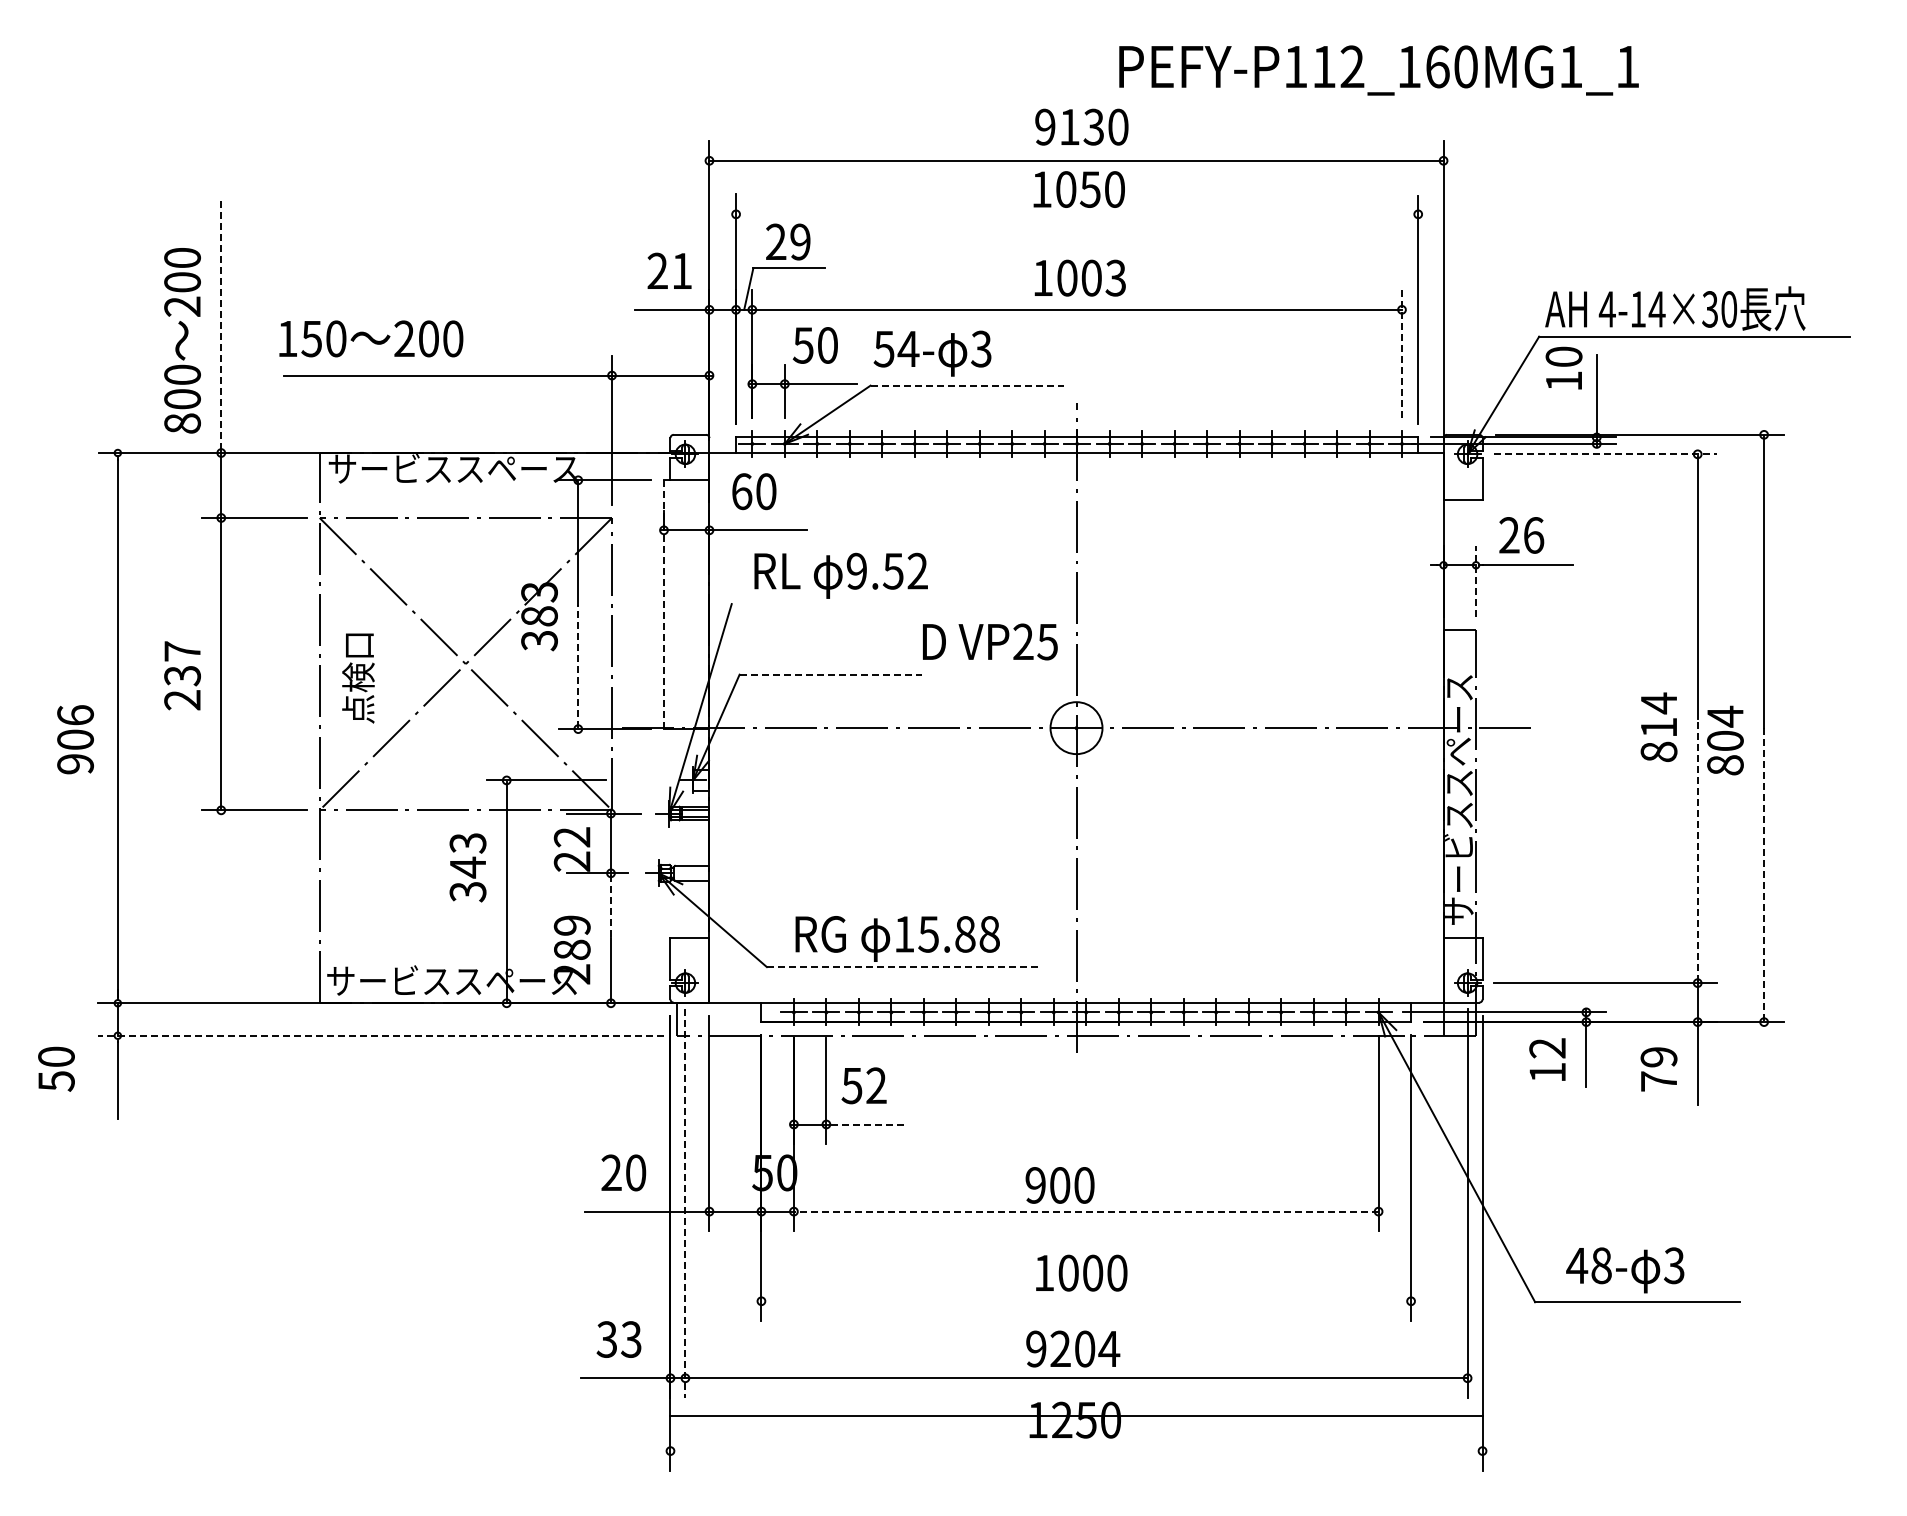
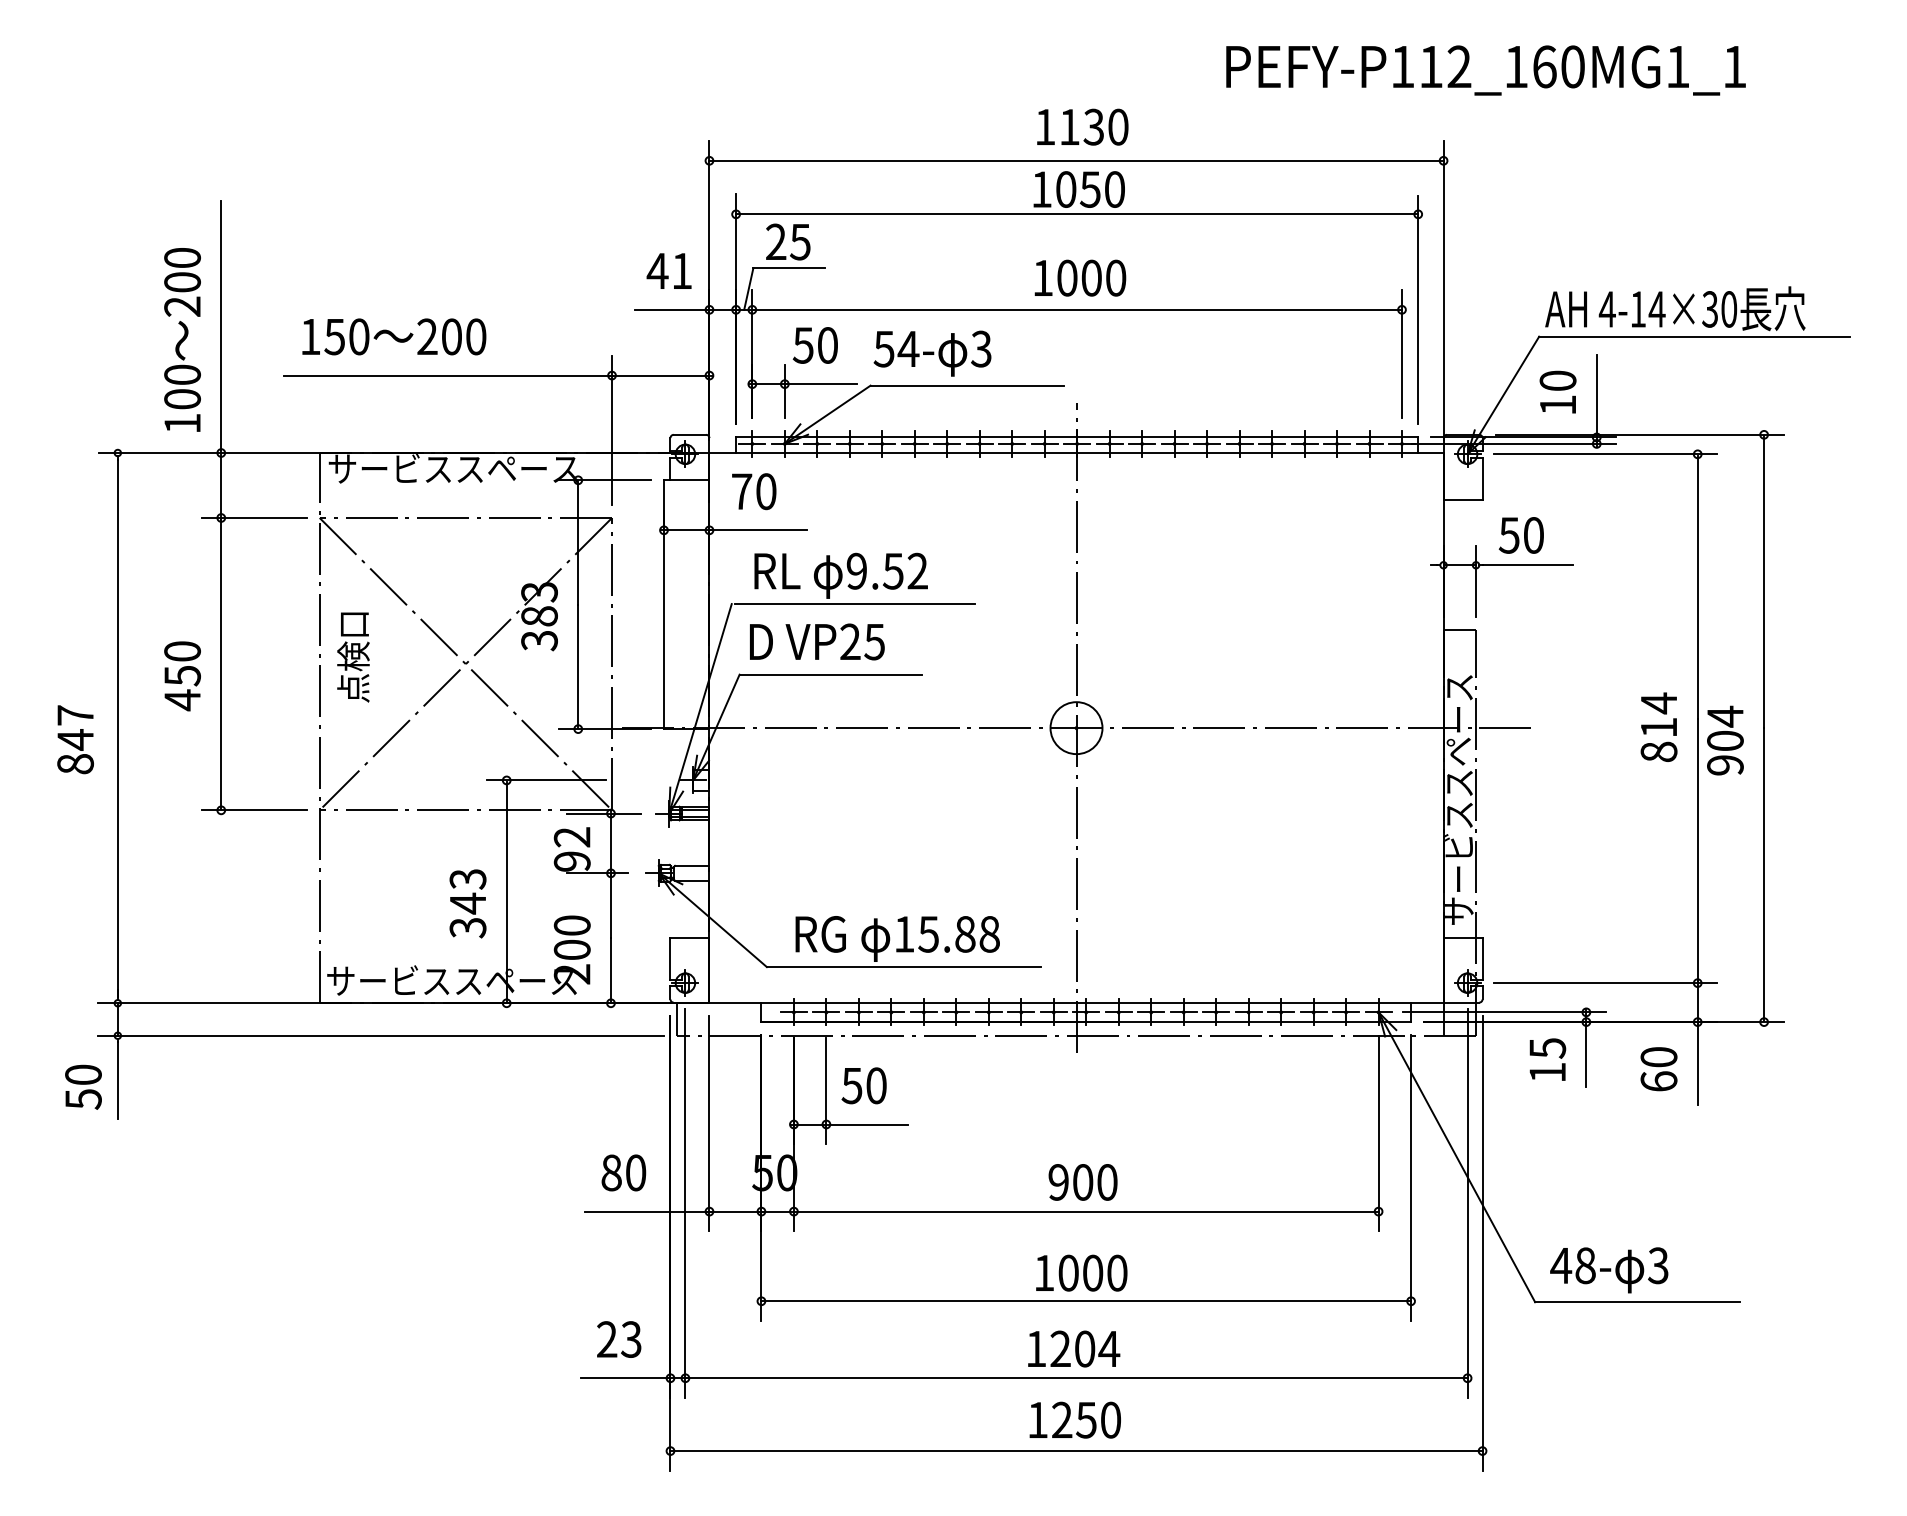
text at (1378, 70) position: (1378, 70) -> (1485, 70)
text at (1045, 126): 9130 -> 1130
line at (1077, 214): none -> present
text at (800, 241): 29 -> 25
text at (657, 270): 21 -> 41
text at (1115, 277): 1003 -> 1000
line at (221, 325): dashed -> solid
text at (371, 338) position: (371, 338) -> (394, 336)
line at (1401, 354): dashed -> solid
text at (1563, 367) position: (1563, 367) -> (1557, 391)
line at (967, 385): dashed -> solid
text at (182, 423): 800 -> 100
line at (1605, 454): dashed -> solid
text at (742, 491): 60 -> 70
text at (1521, 535): 26 -> 50
line at (1476, 580): dashed -> solid
line at (663, 604): dashed -> solid
line at (854, 604): none -> present
text at (990, 641) position: (990, 641) -> (817, 641)
line at (578, 666): dashed -> solid
line at (831, 674): dashed -> solid
text at (182, 676): 237 -> 450
text at (358, 678) position: (358, 678) -> (353, 657)
text at (75, 739): 906 -> 847
text at (1725, 765): 804 -> 904
line at (1697, 850): dashed -> solid
text at (572, 861): 22 -> 92
text at (467, 867) position: (467, 867) -> (467, 903)
line at (1764, 874): dashed -> solid
line at (610, 906): dashed -> solid
text at (571, 937): 289 -> 200
line at (904, 967): dashed -> solid
line at (381, 1035): dashed -> solid
text at (1547, 1048): 12 -> 15
text at (56, 1068) position: (56, 1068) -> (83, 1086)
text at (1658, 1069): 79 -> 60
text at (876, 1085): 52 -> 50
line at (869, 1124): dashed -> solid
text at (611, 1172): 20 -> 80
text at (1059, 1185) position: (1059, 1185) -> (1082, 1182)
line at (685, 1203): dashed -> solid
line at (1085, 1211): dashed -> solid
text at (1625, 1270) position: (1625, 1270) -> (1609, 1270)
line at (1086, 1301): none -> present
text at (606, 1339): 33 -> 23
text at (1036, 1348): 9204 -> 1204
line at (1076, 1416) position: (1076, 1416) -> (1076, 1451)
